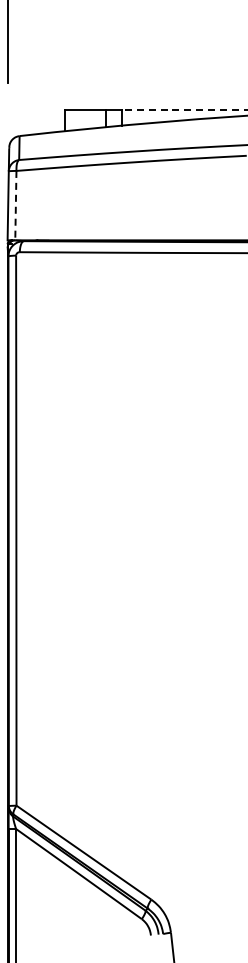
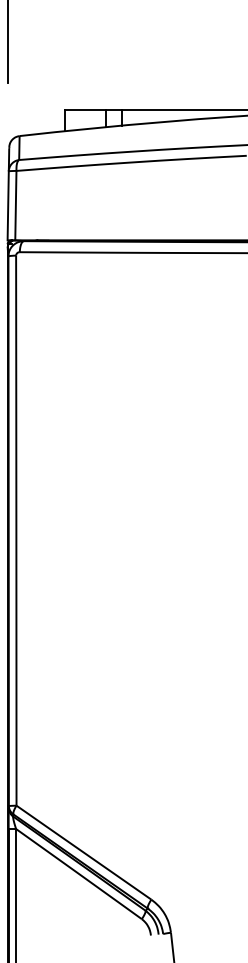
line at (184, 109): dashed -> solid
line at (15, 205): dashed -> solid
